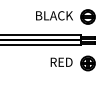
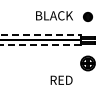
part at (87, 16) size: 16x16 px -> 10x10 px
line at (40, 35): solid -> dashed
line at (40, 45): solid -> dashed
text at (61, 61) position: (61, 61) -> (61, 79)
